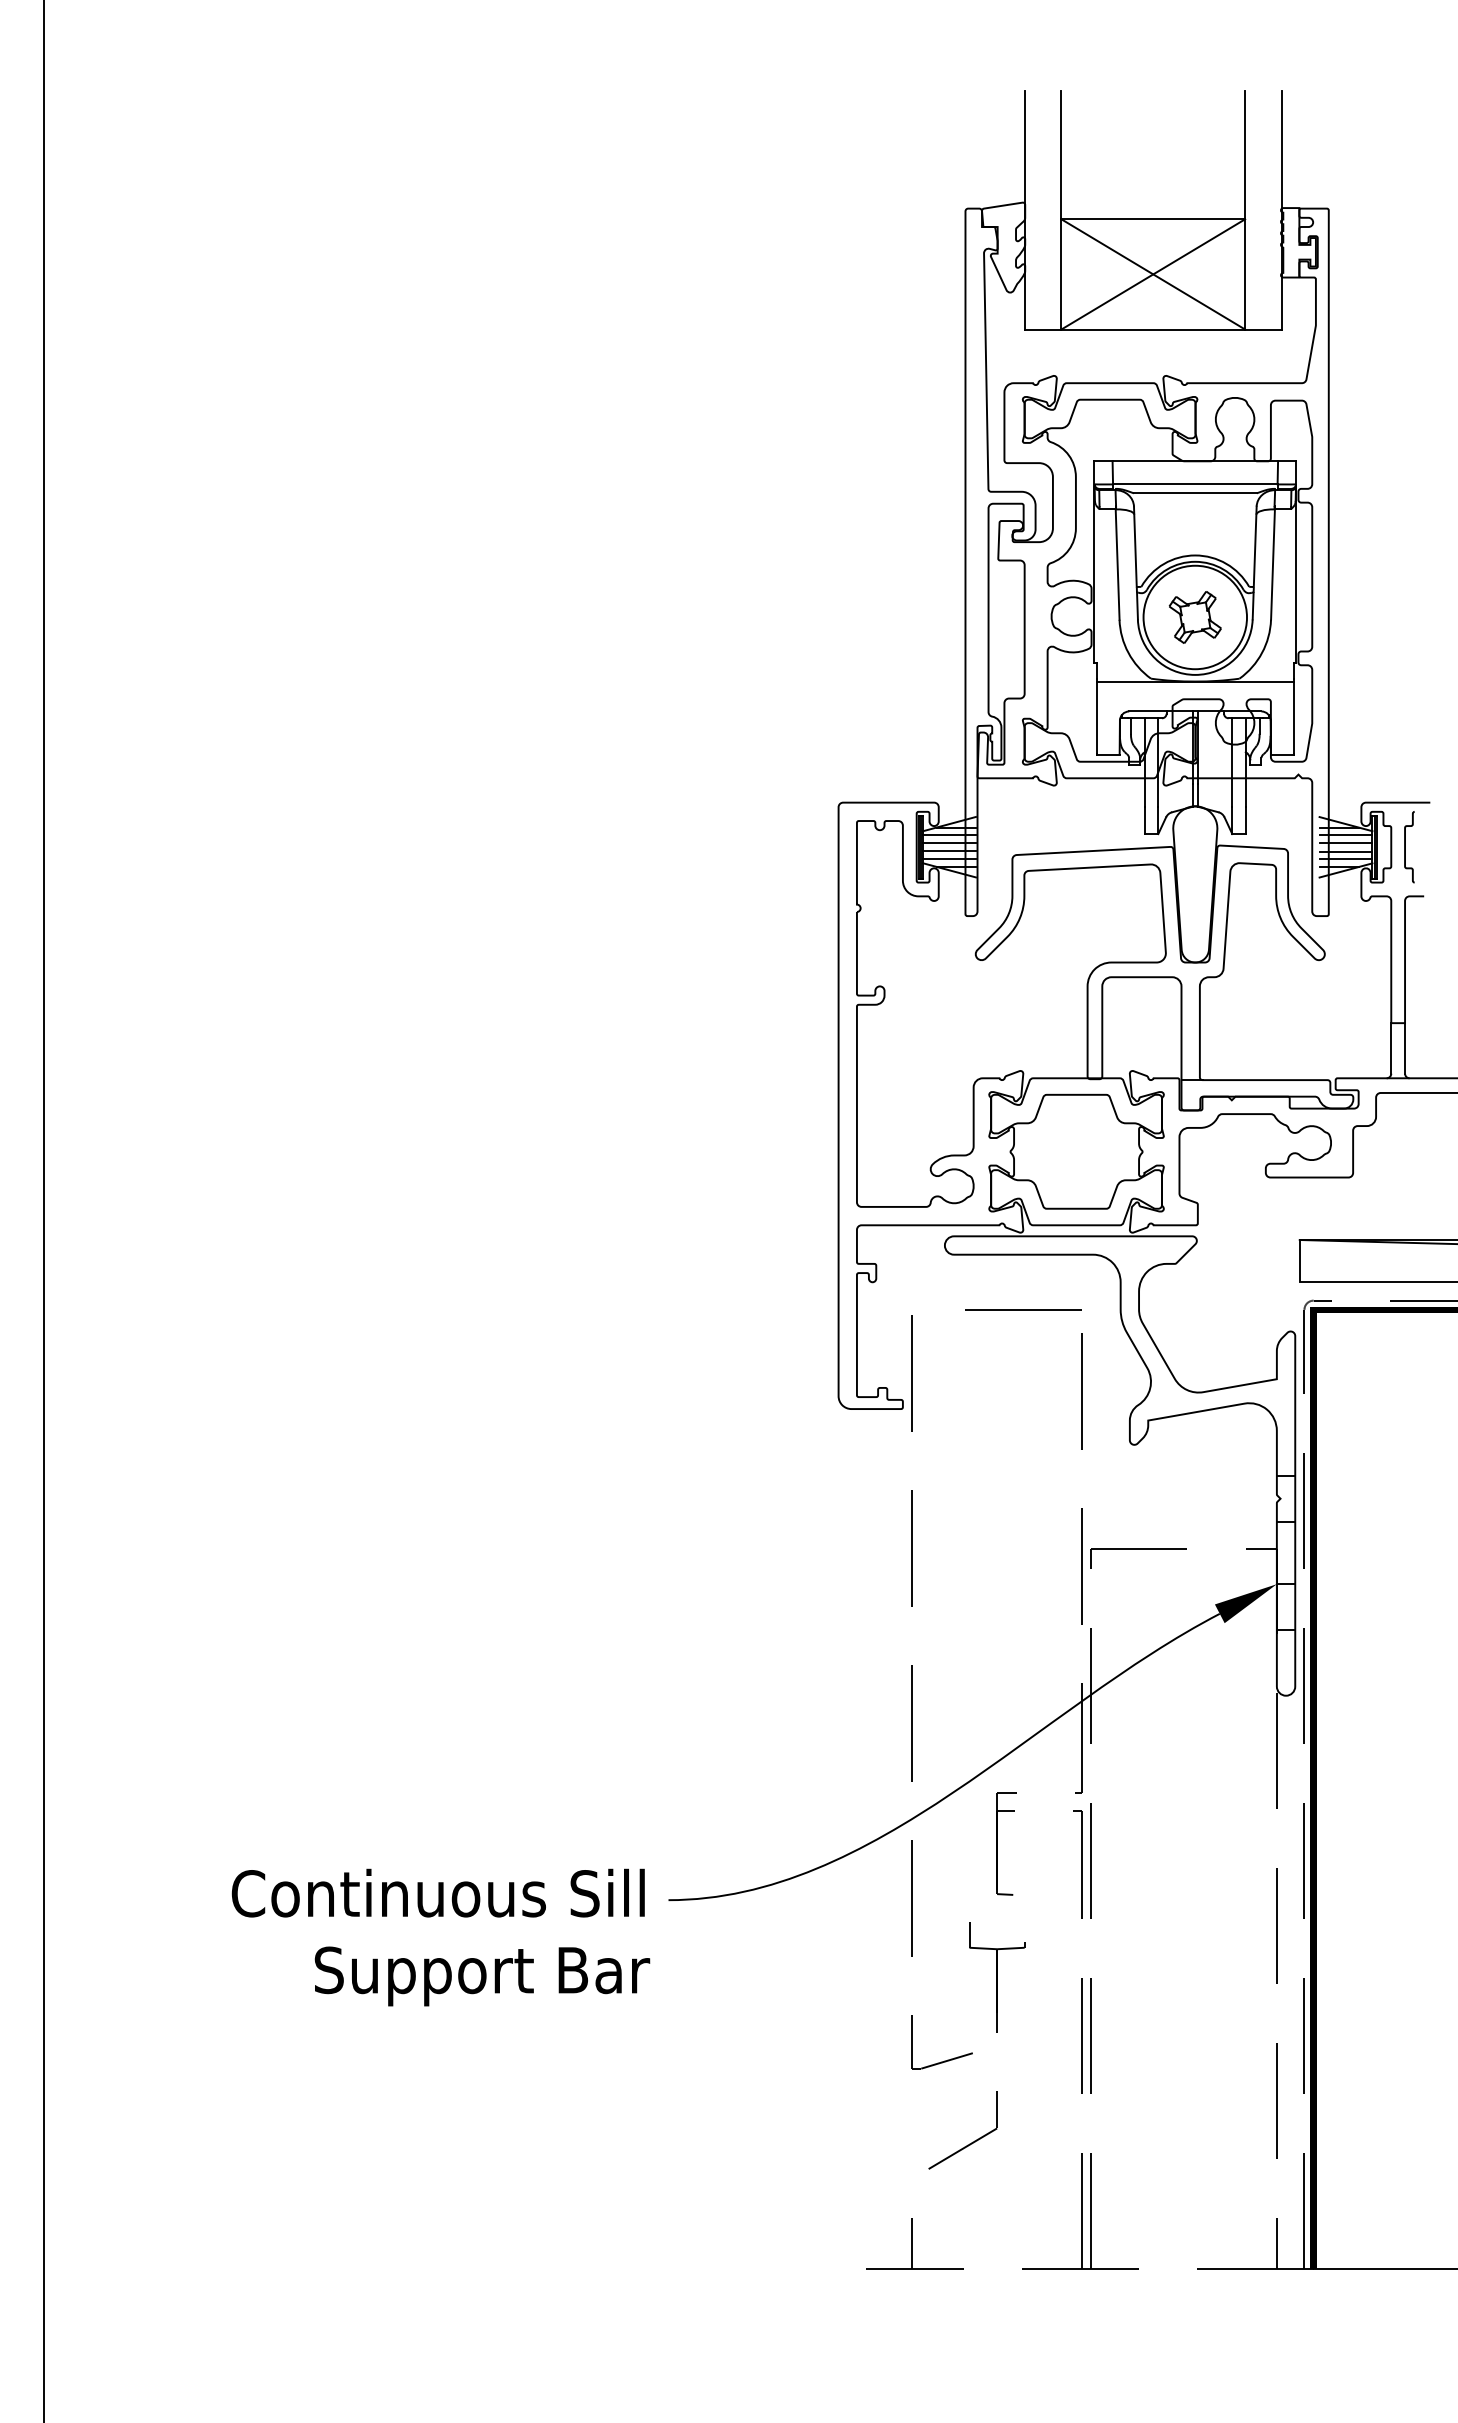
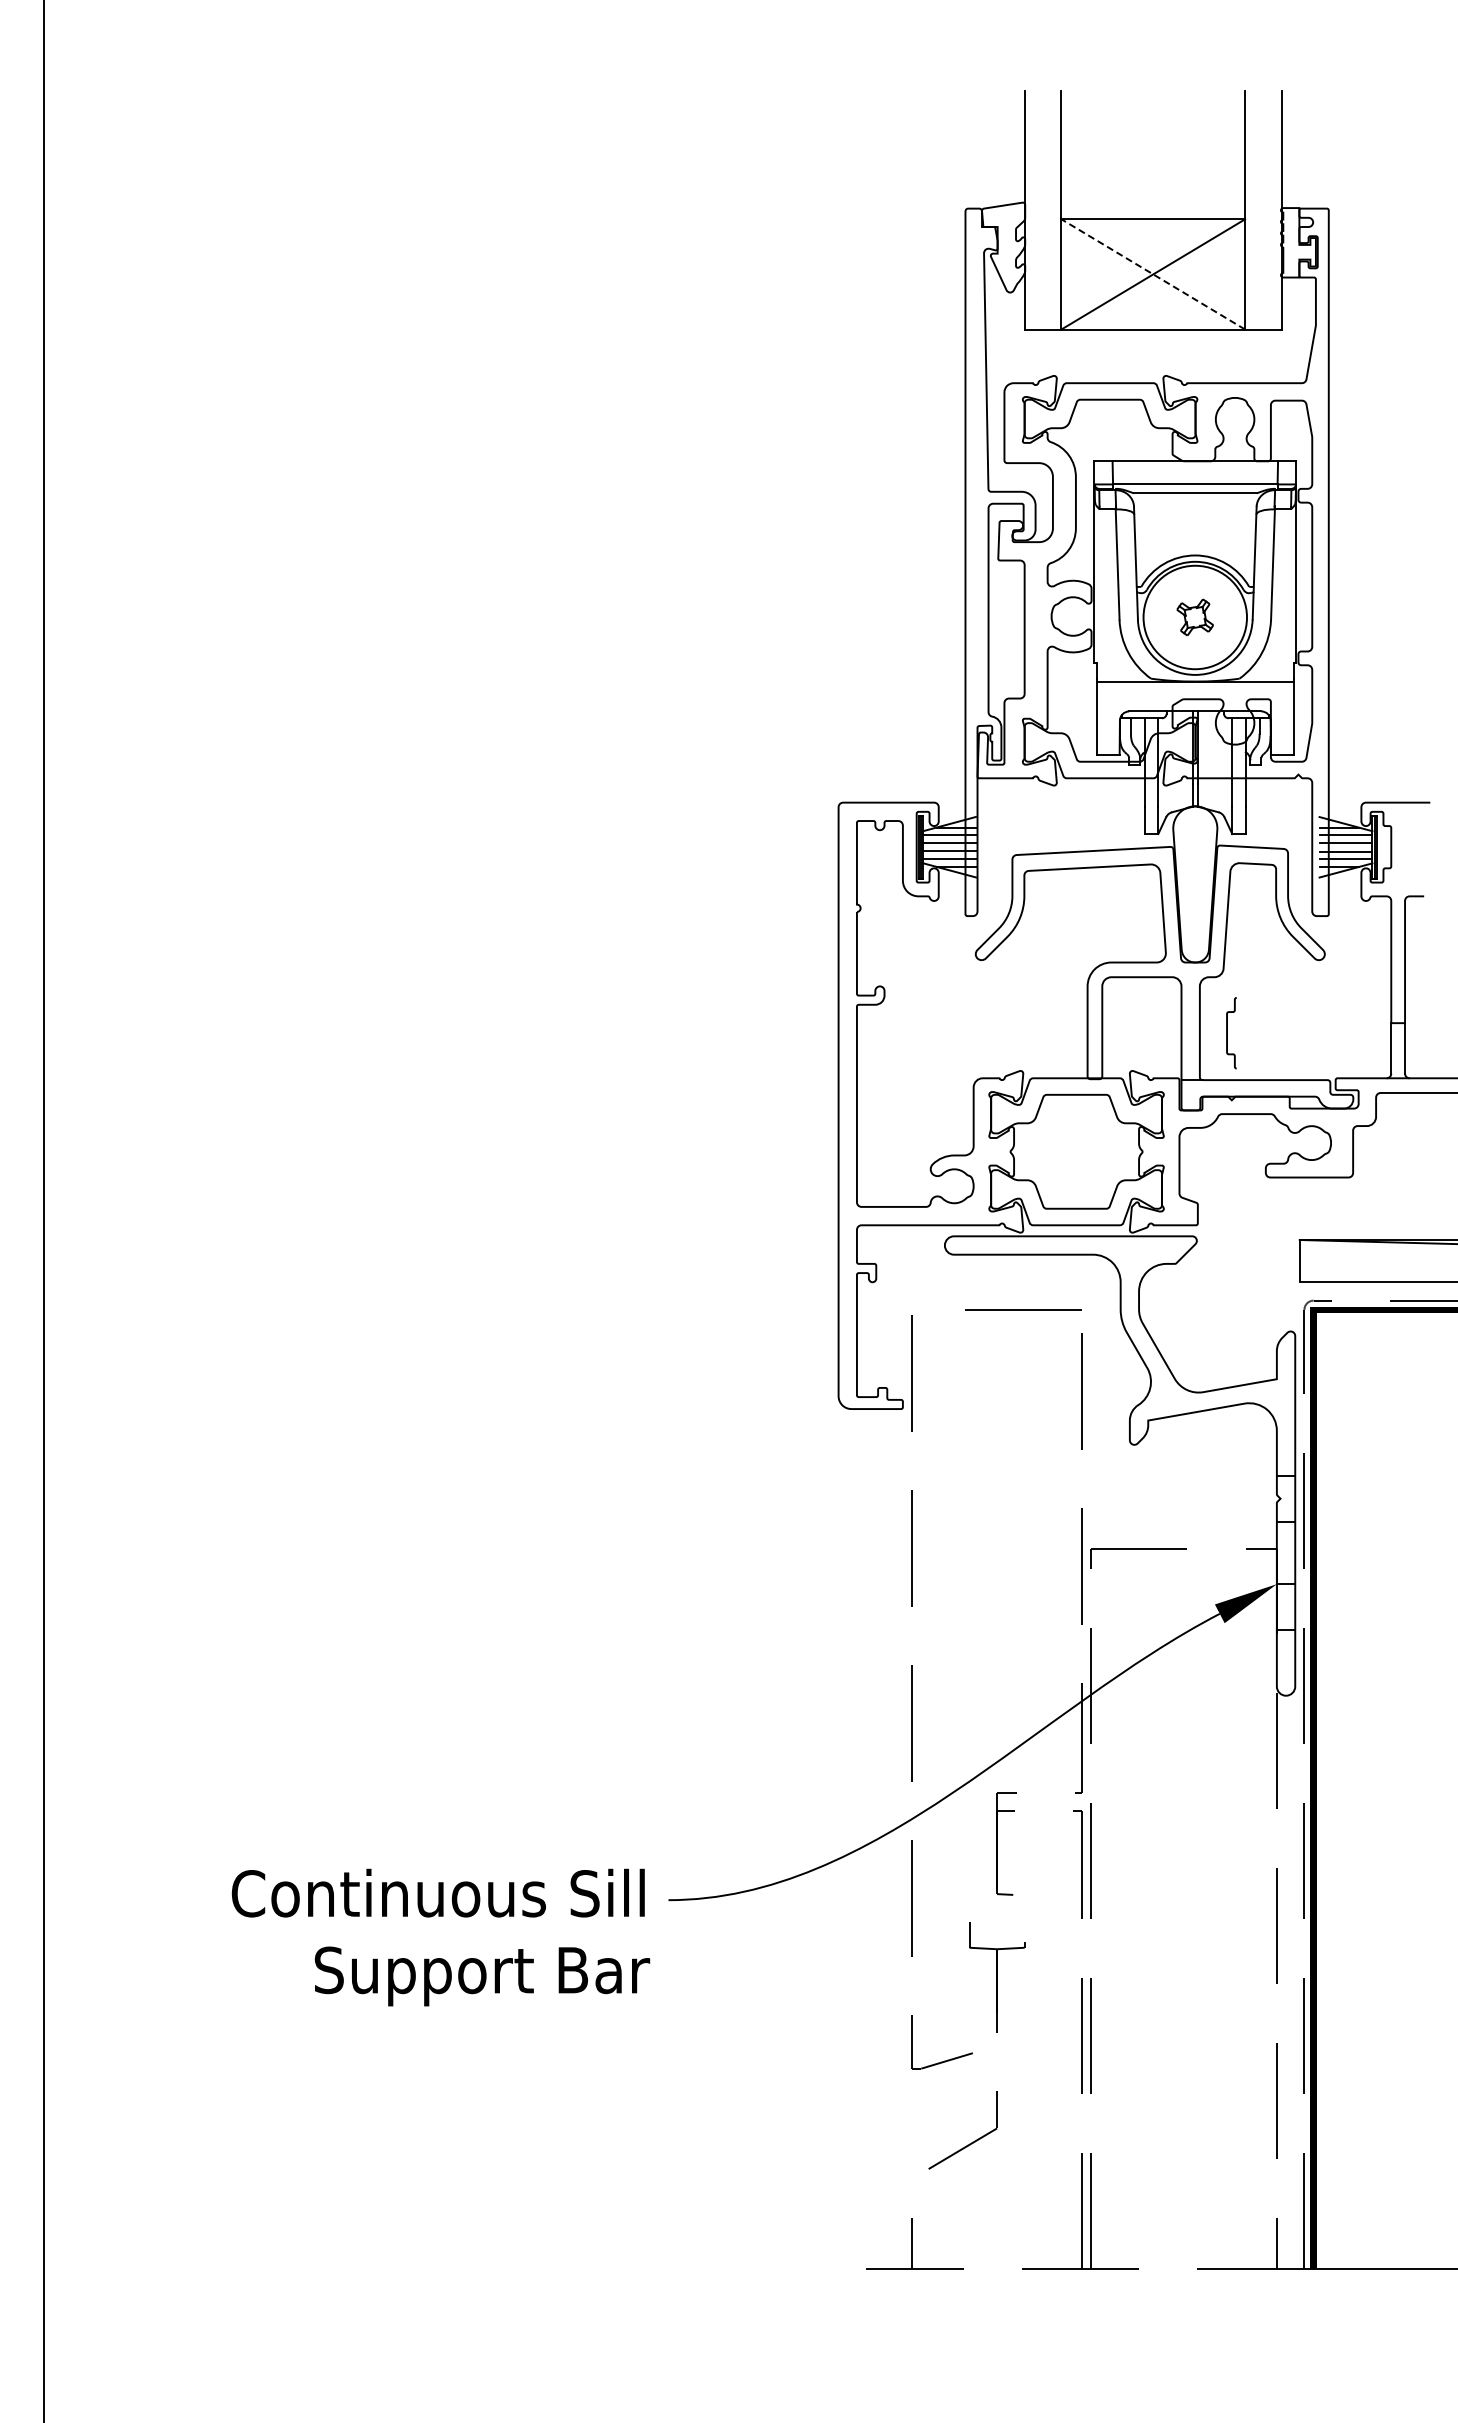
line at (1152, 274): solid -> dashed
part at (1194, 617) size: 54x53 px -> 38x39 px
curve at (1405, 847) position: (1405, 847) -> (1227, 1033)
